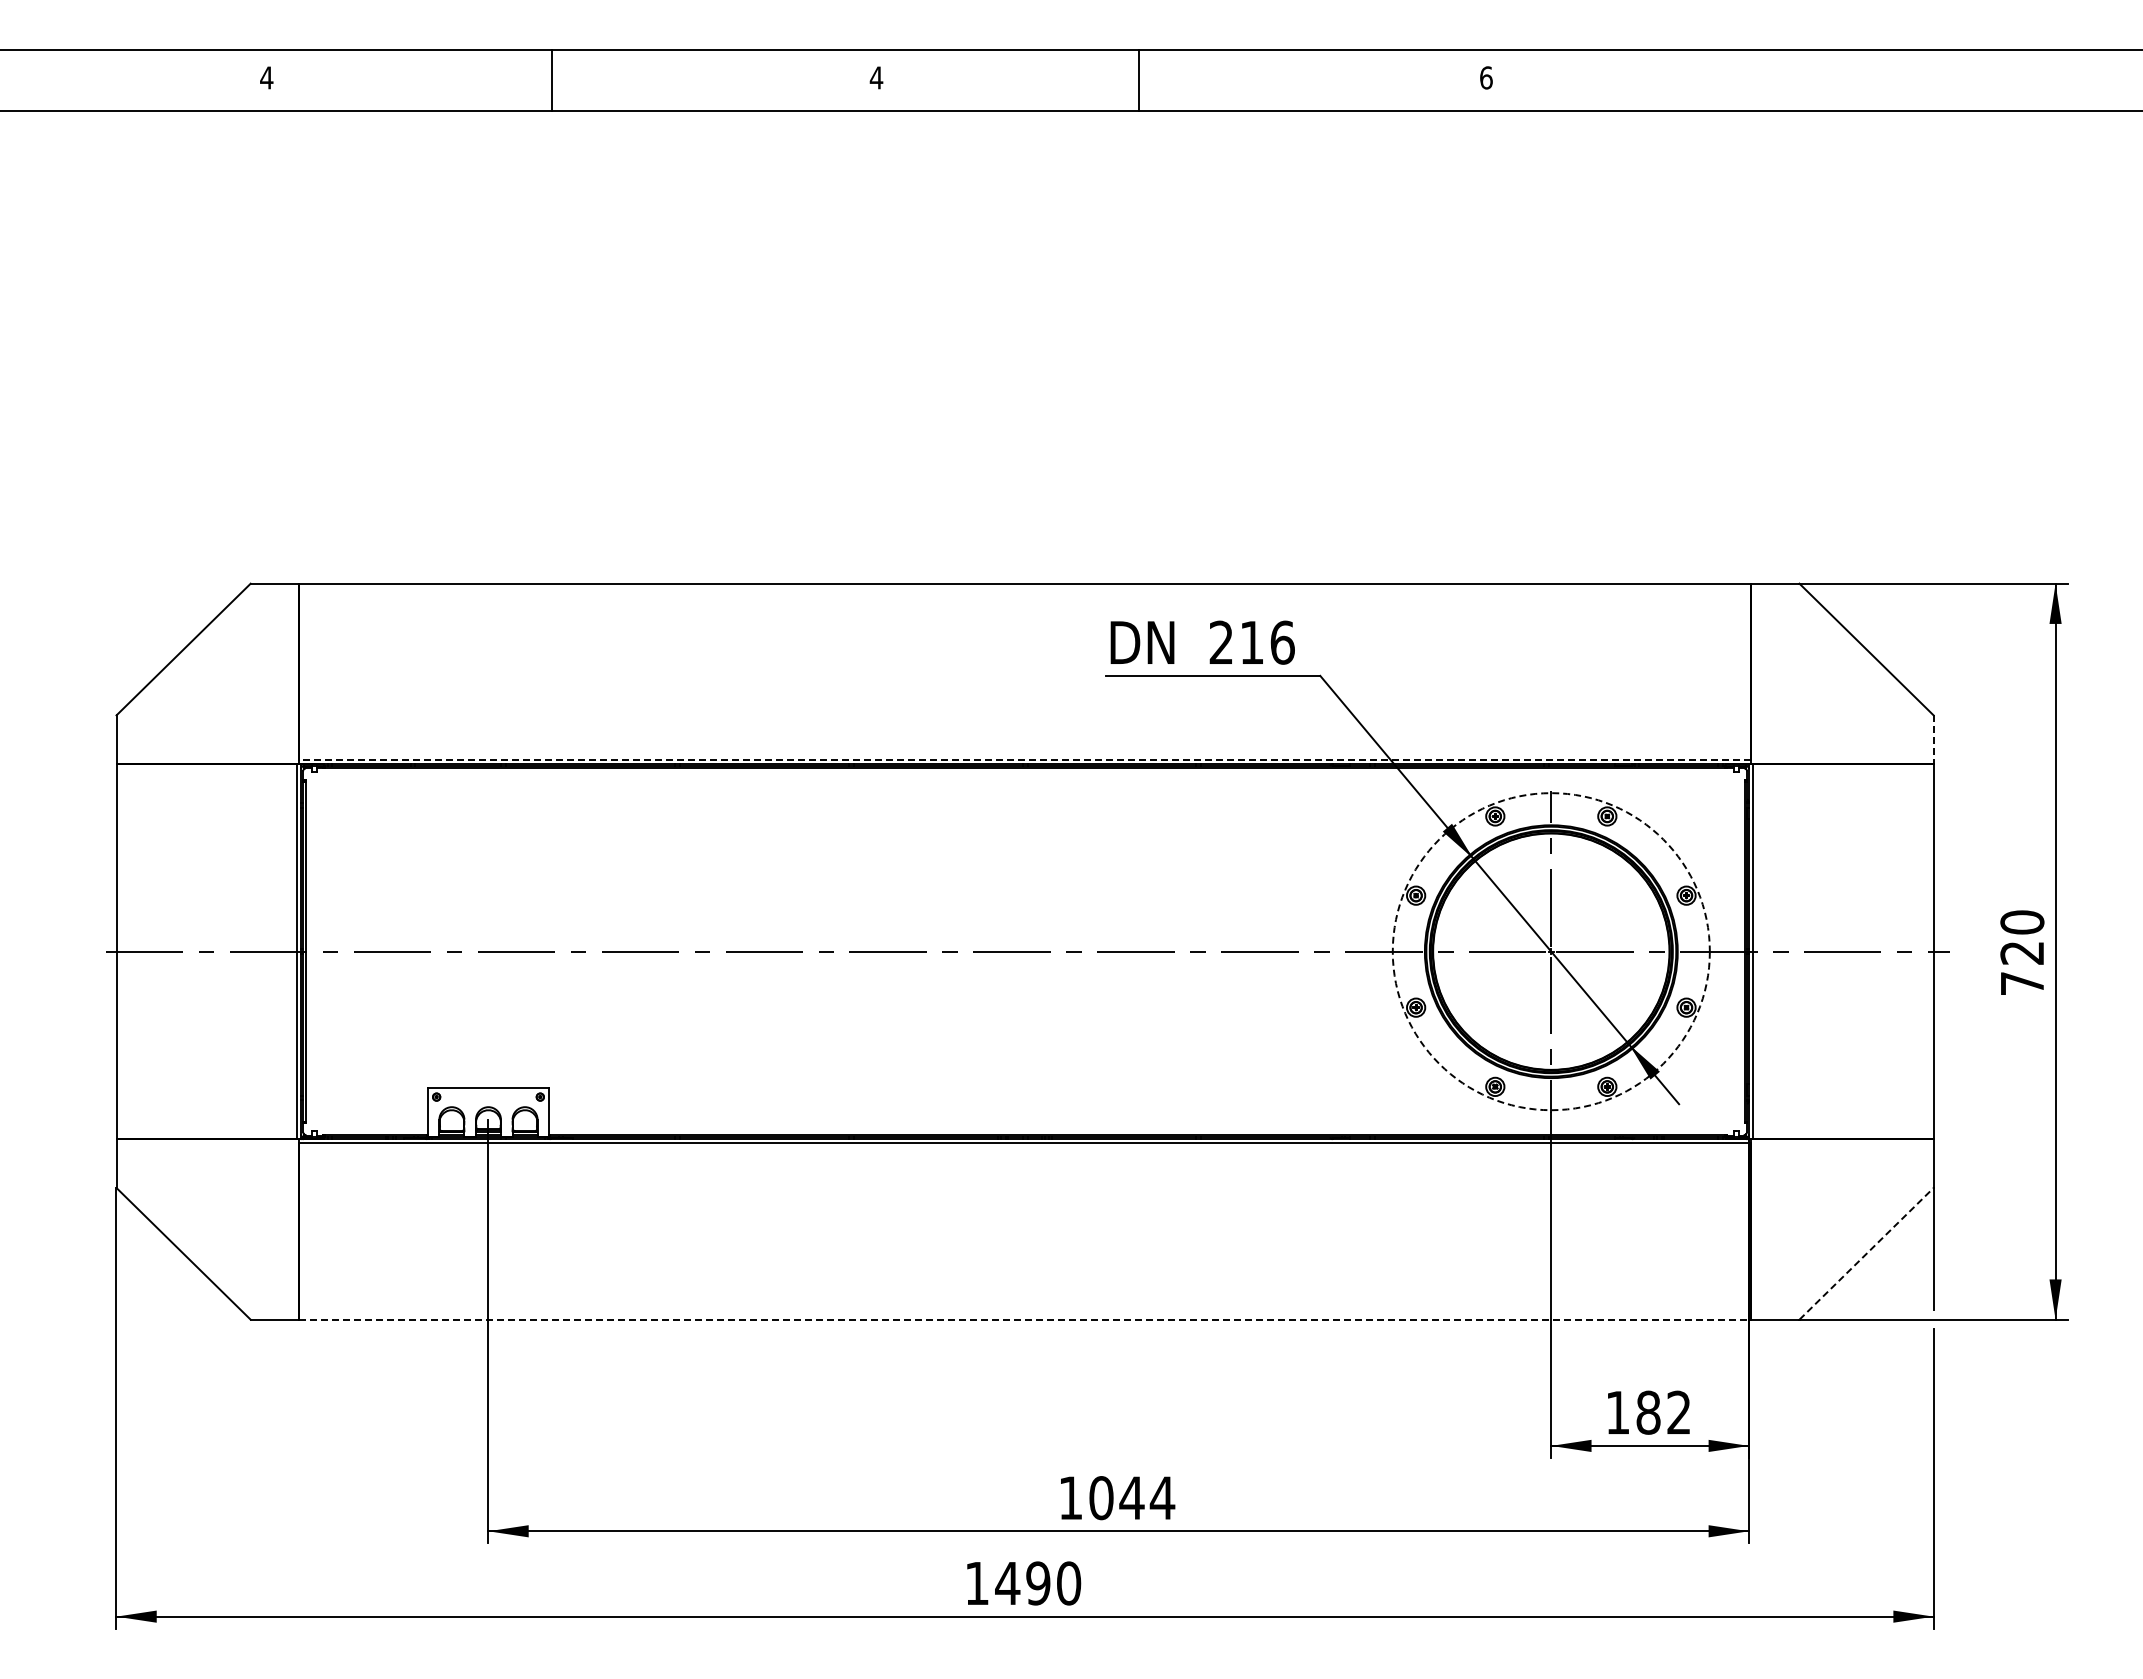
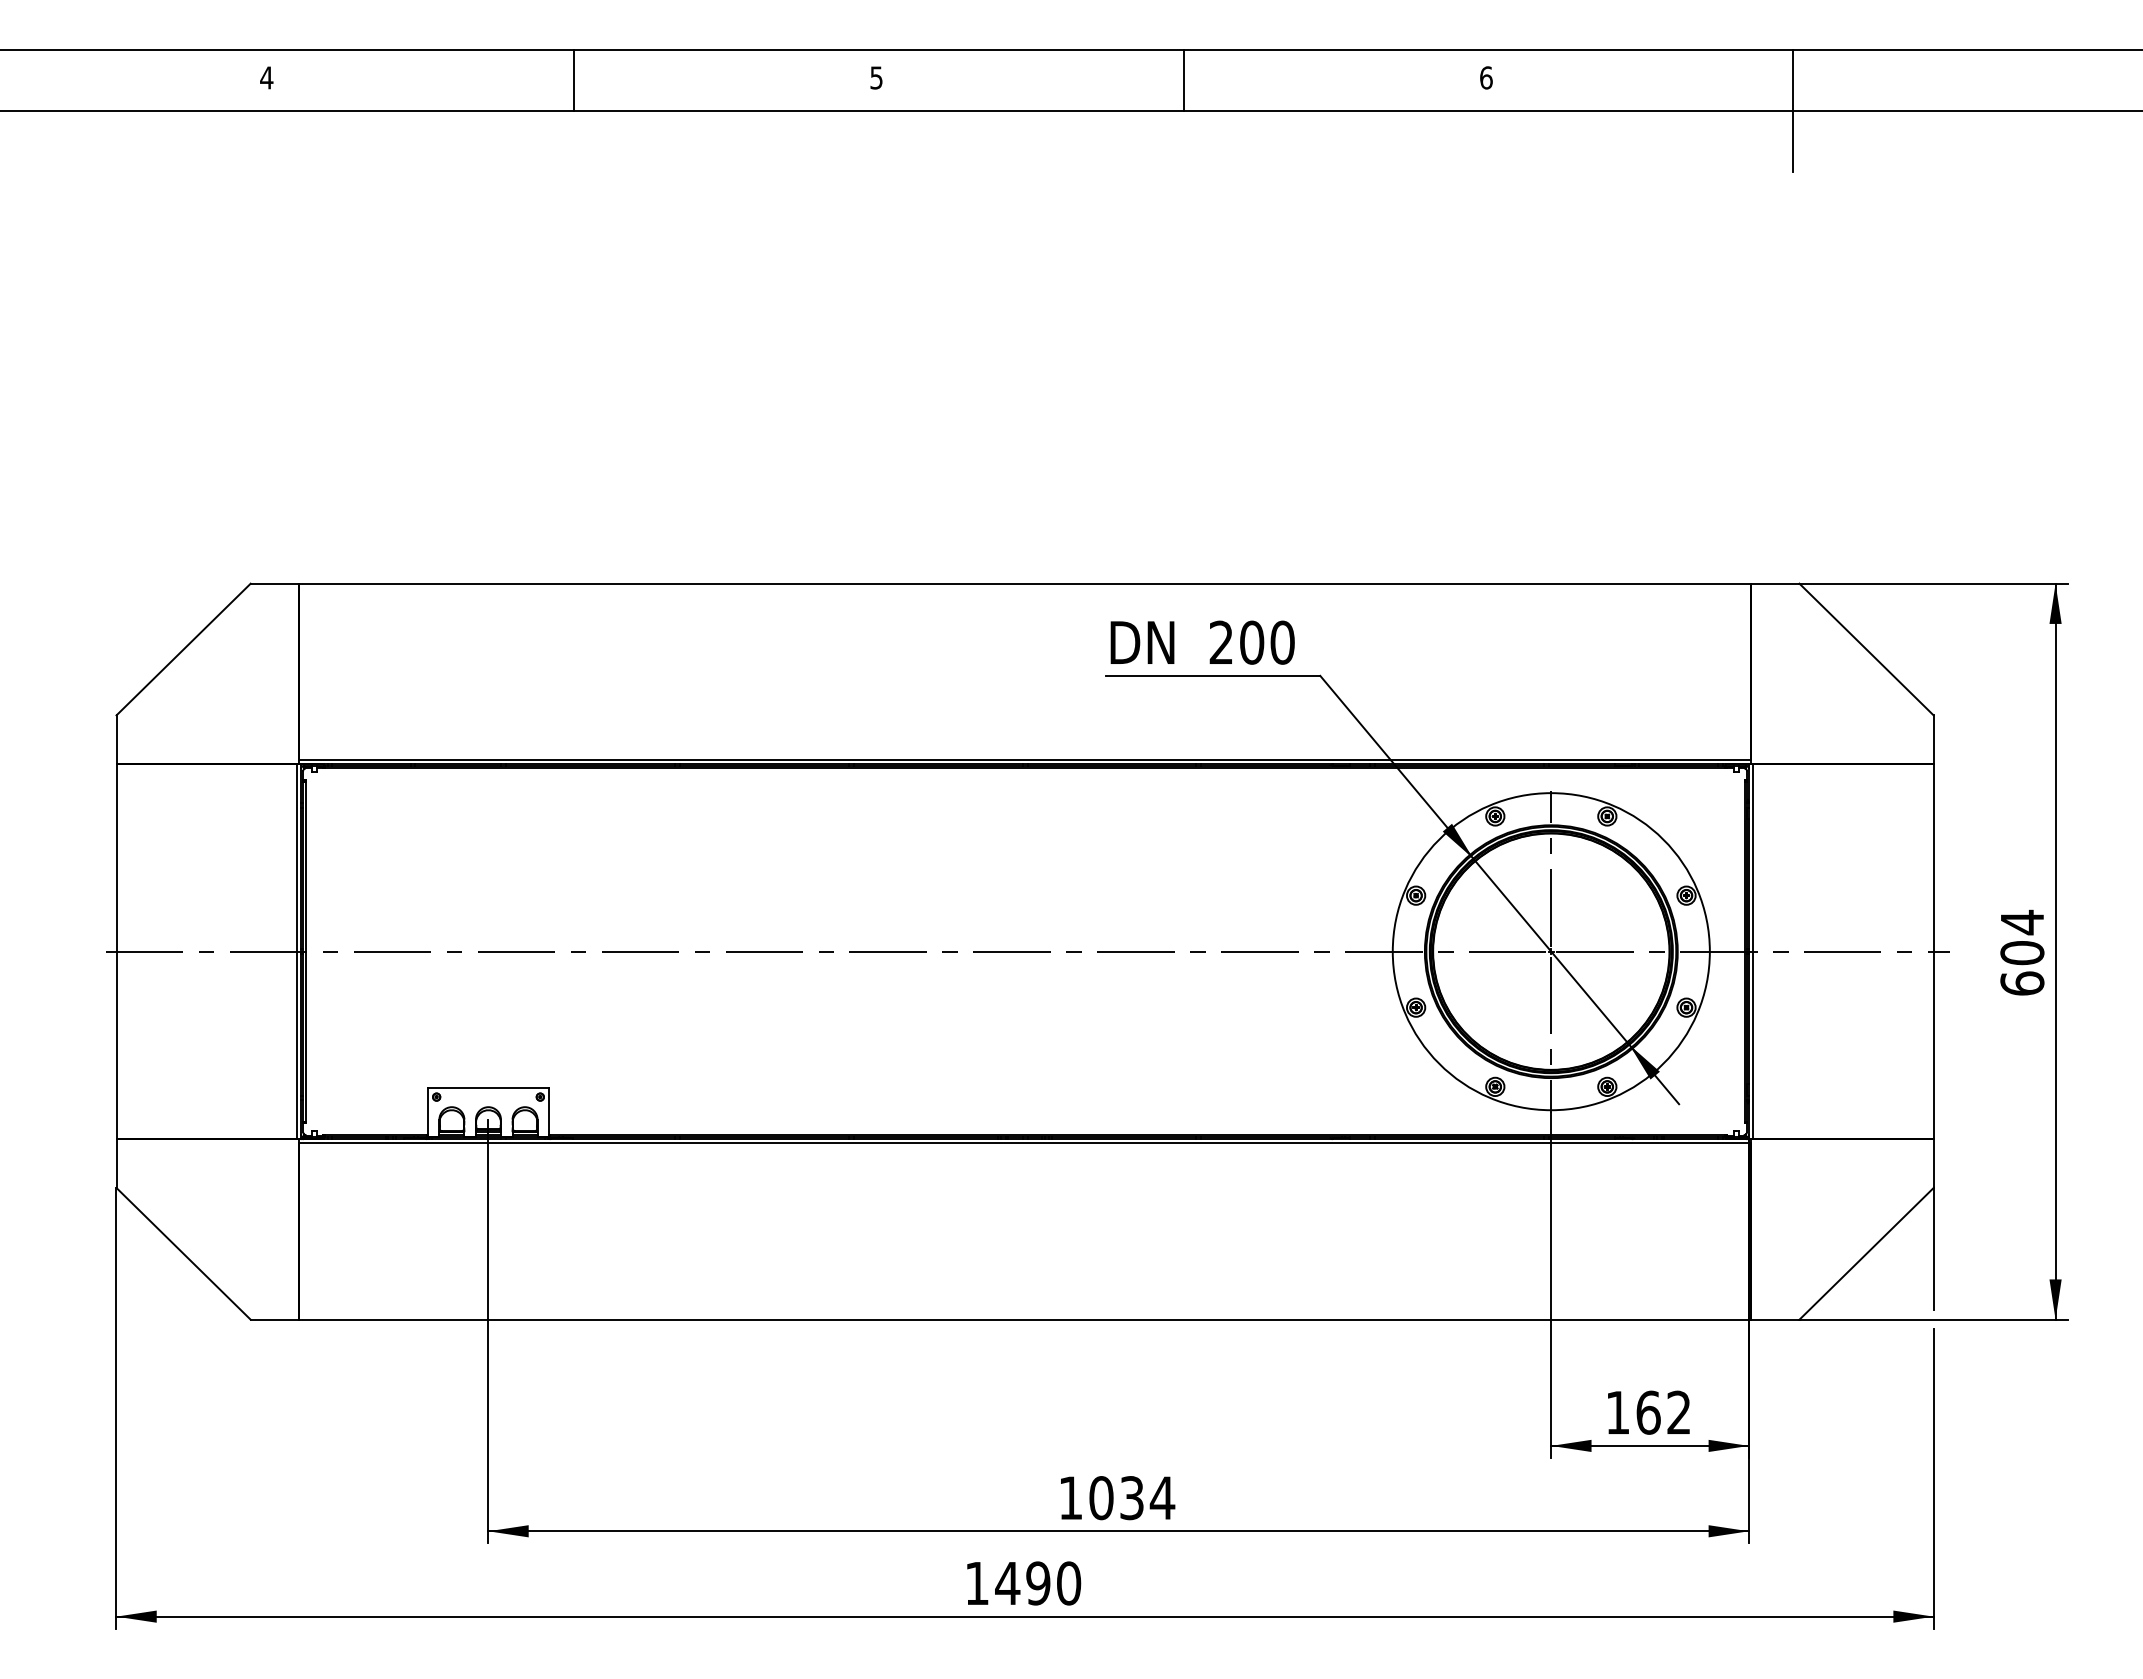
text at (876, 77): 4 -> 5
line at (551, 80) position: (551, 80) -> (573, 80)
line at (1138, 80) position: (1138, 80) -> (1183, 80)
line at (1793, 111): none -> present
text at (1267, 642): 216 -> 200
line at (1933, 740): dashed -> solid
line at (1025, 759): dashed -> solid
circle at (1550, 951): dashed -> solid
text at (2022, 952): 720 -> 604
line at (1866, 1253): dashed -> solid
line at (1025, 1319): dashed -> solid
text at (1648, 1412): 182 -> 162
text at (1131, 1498): 1044 -> 1034
